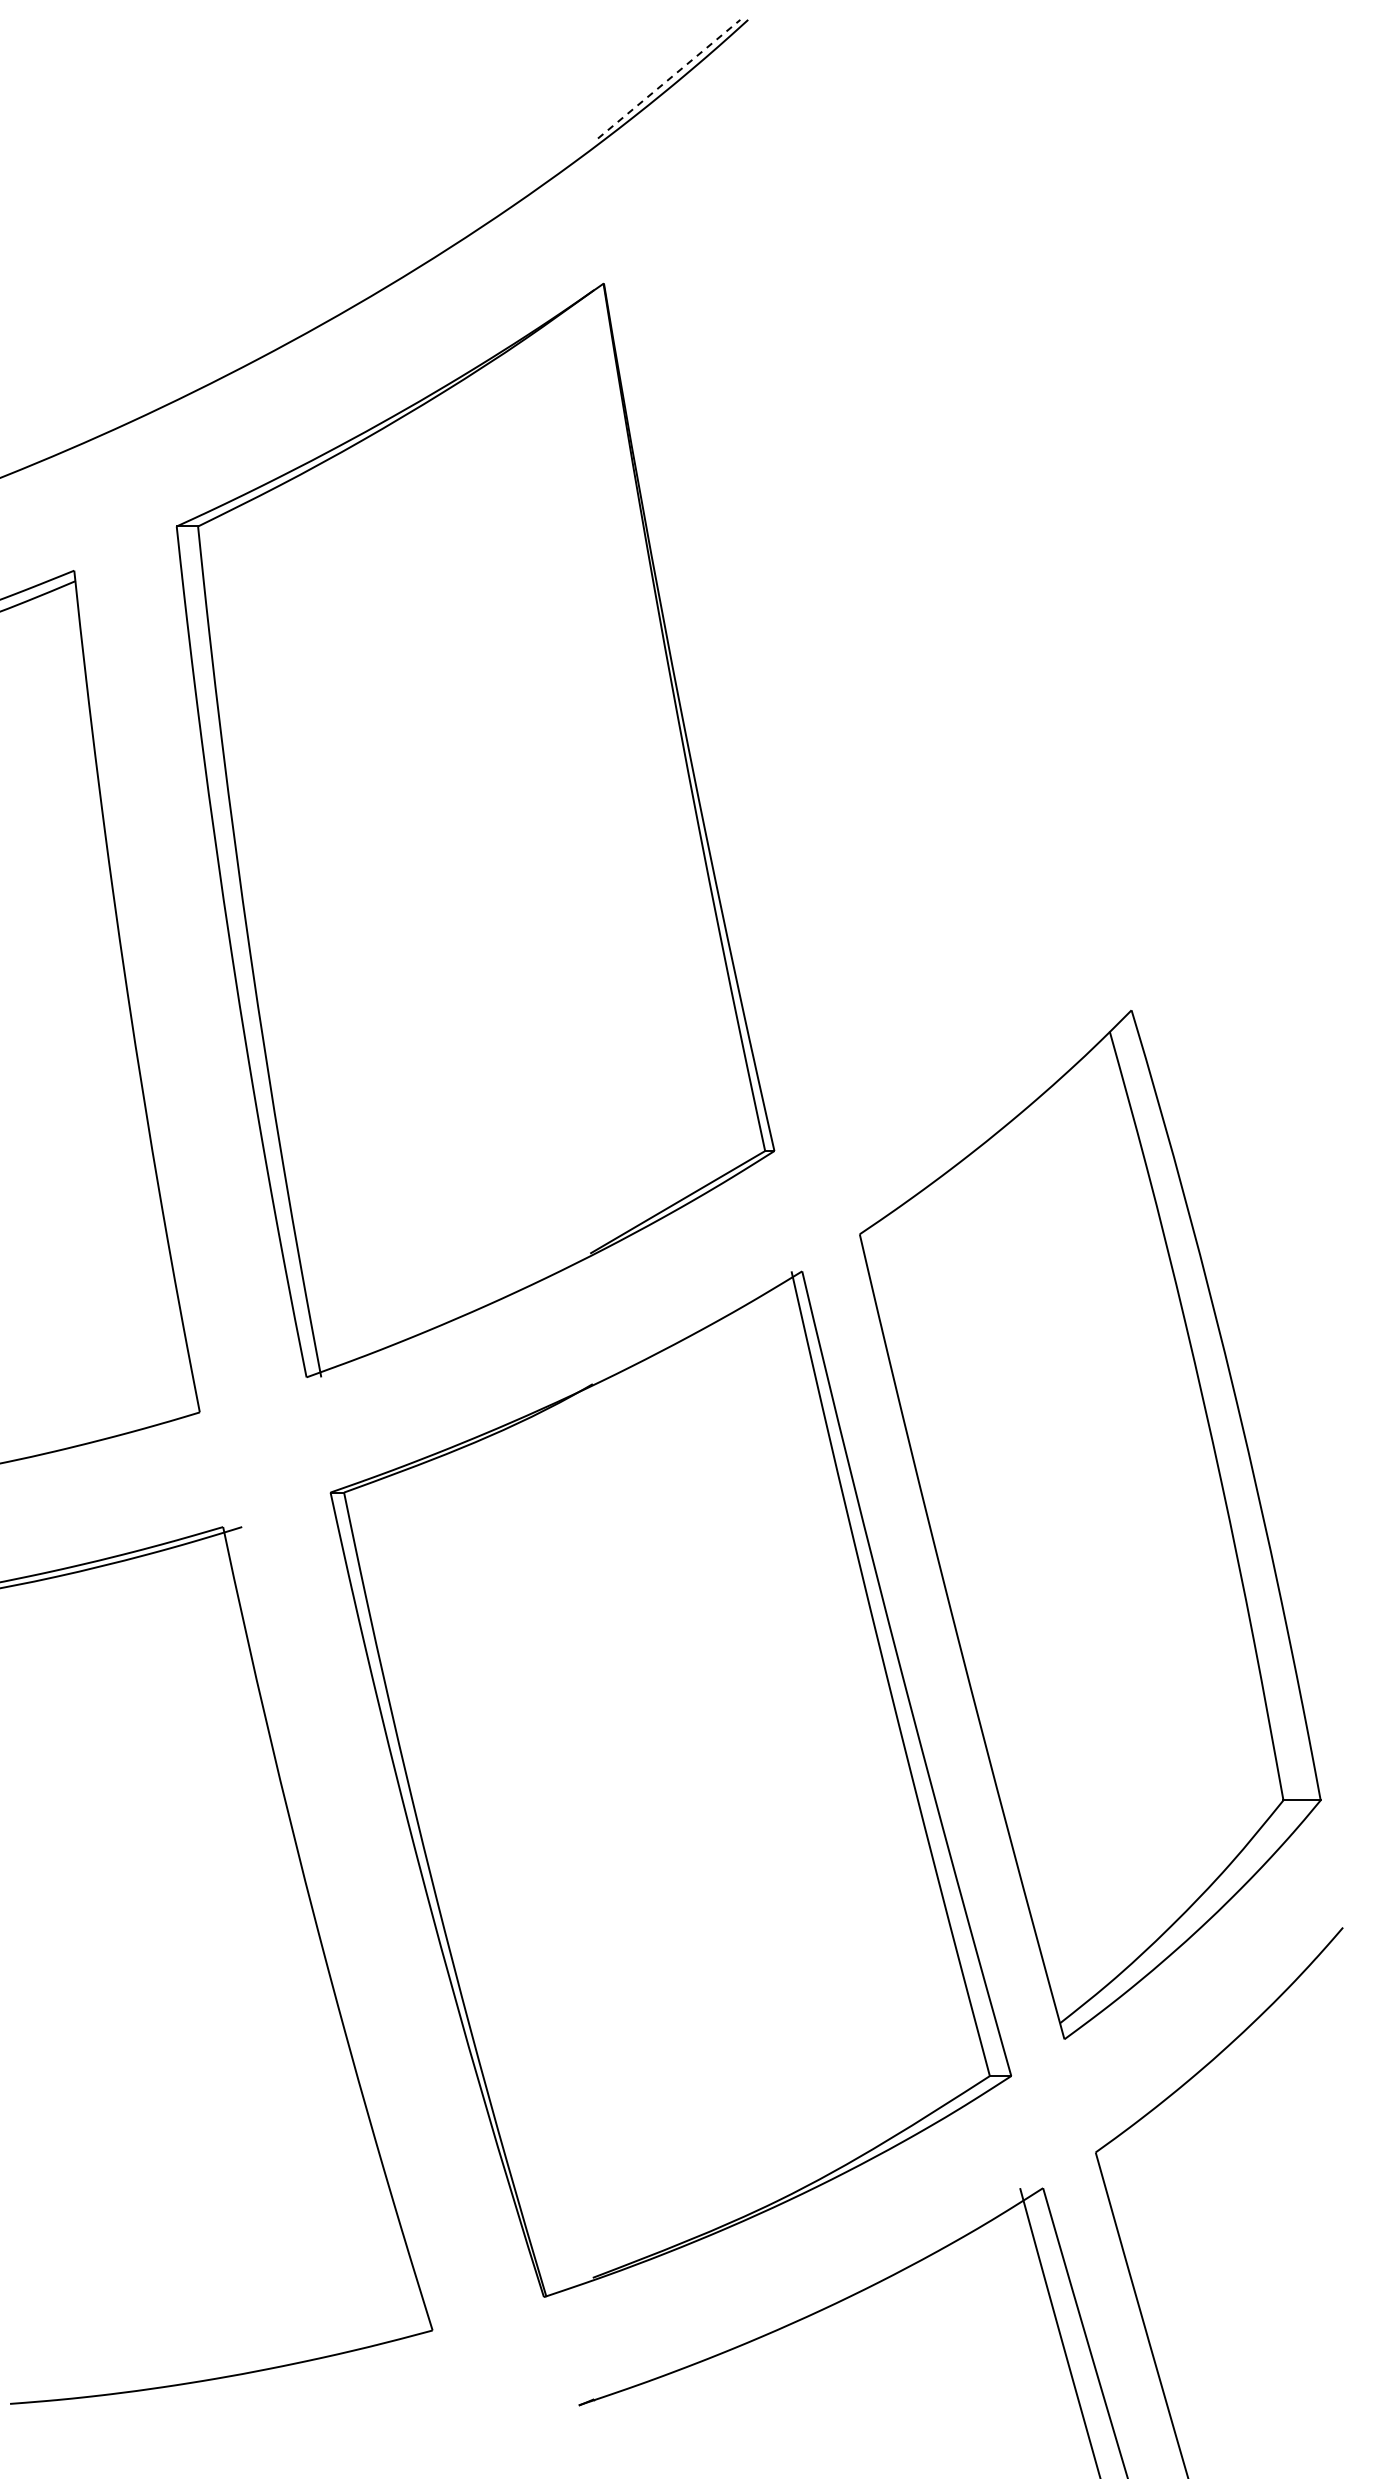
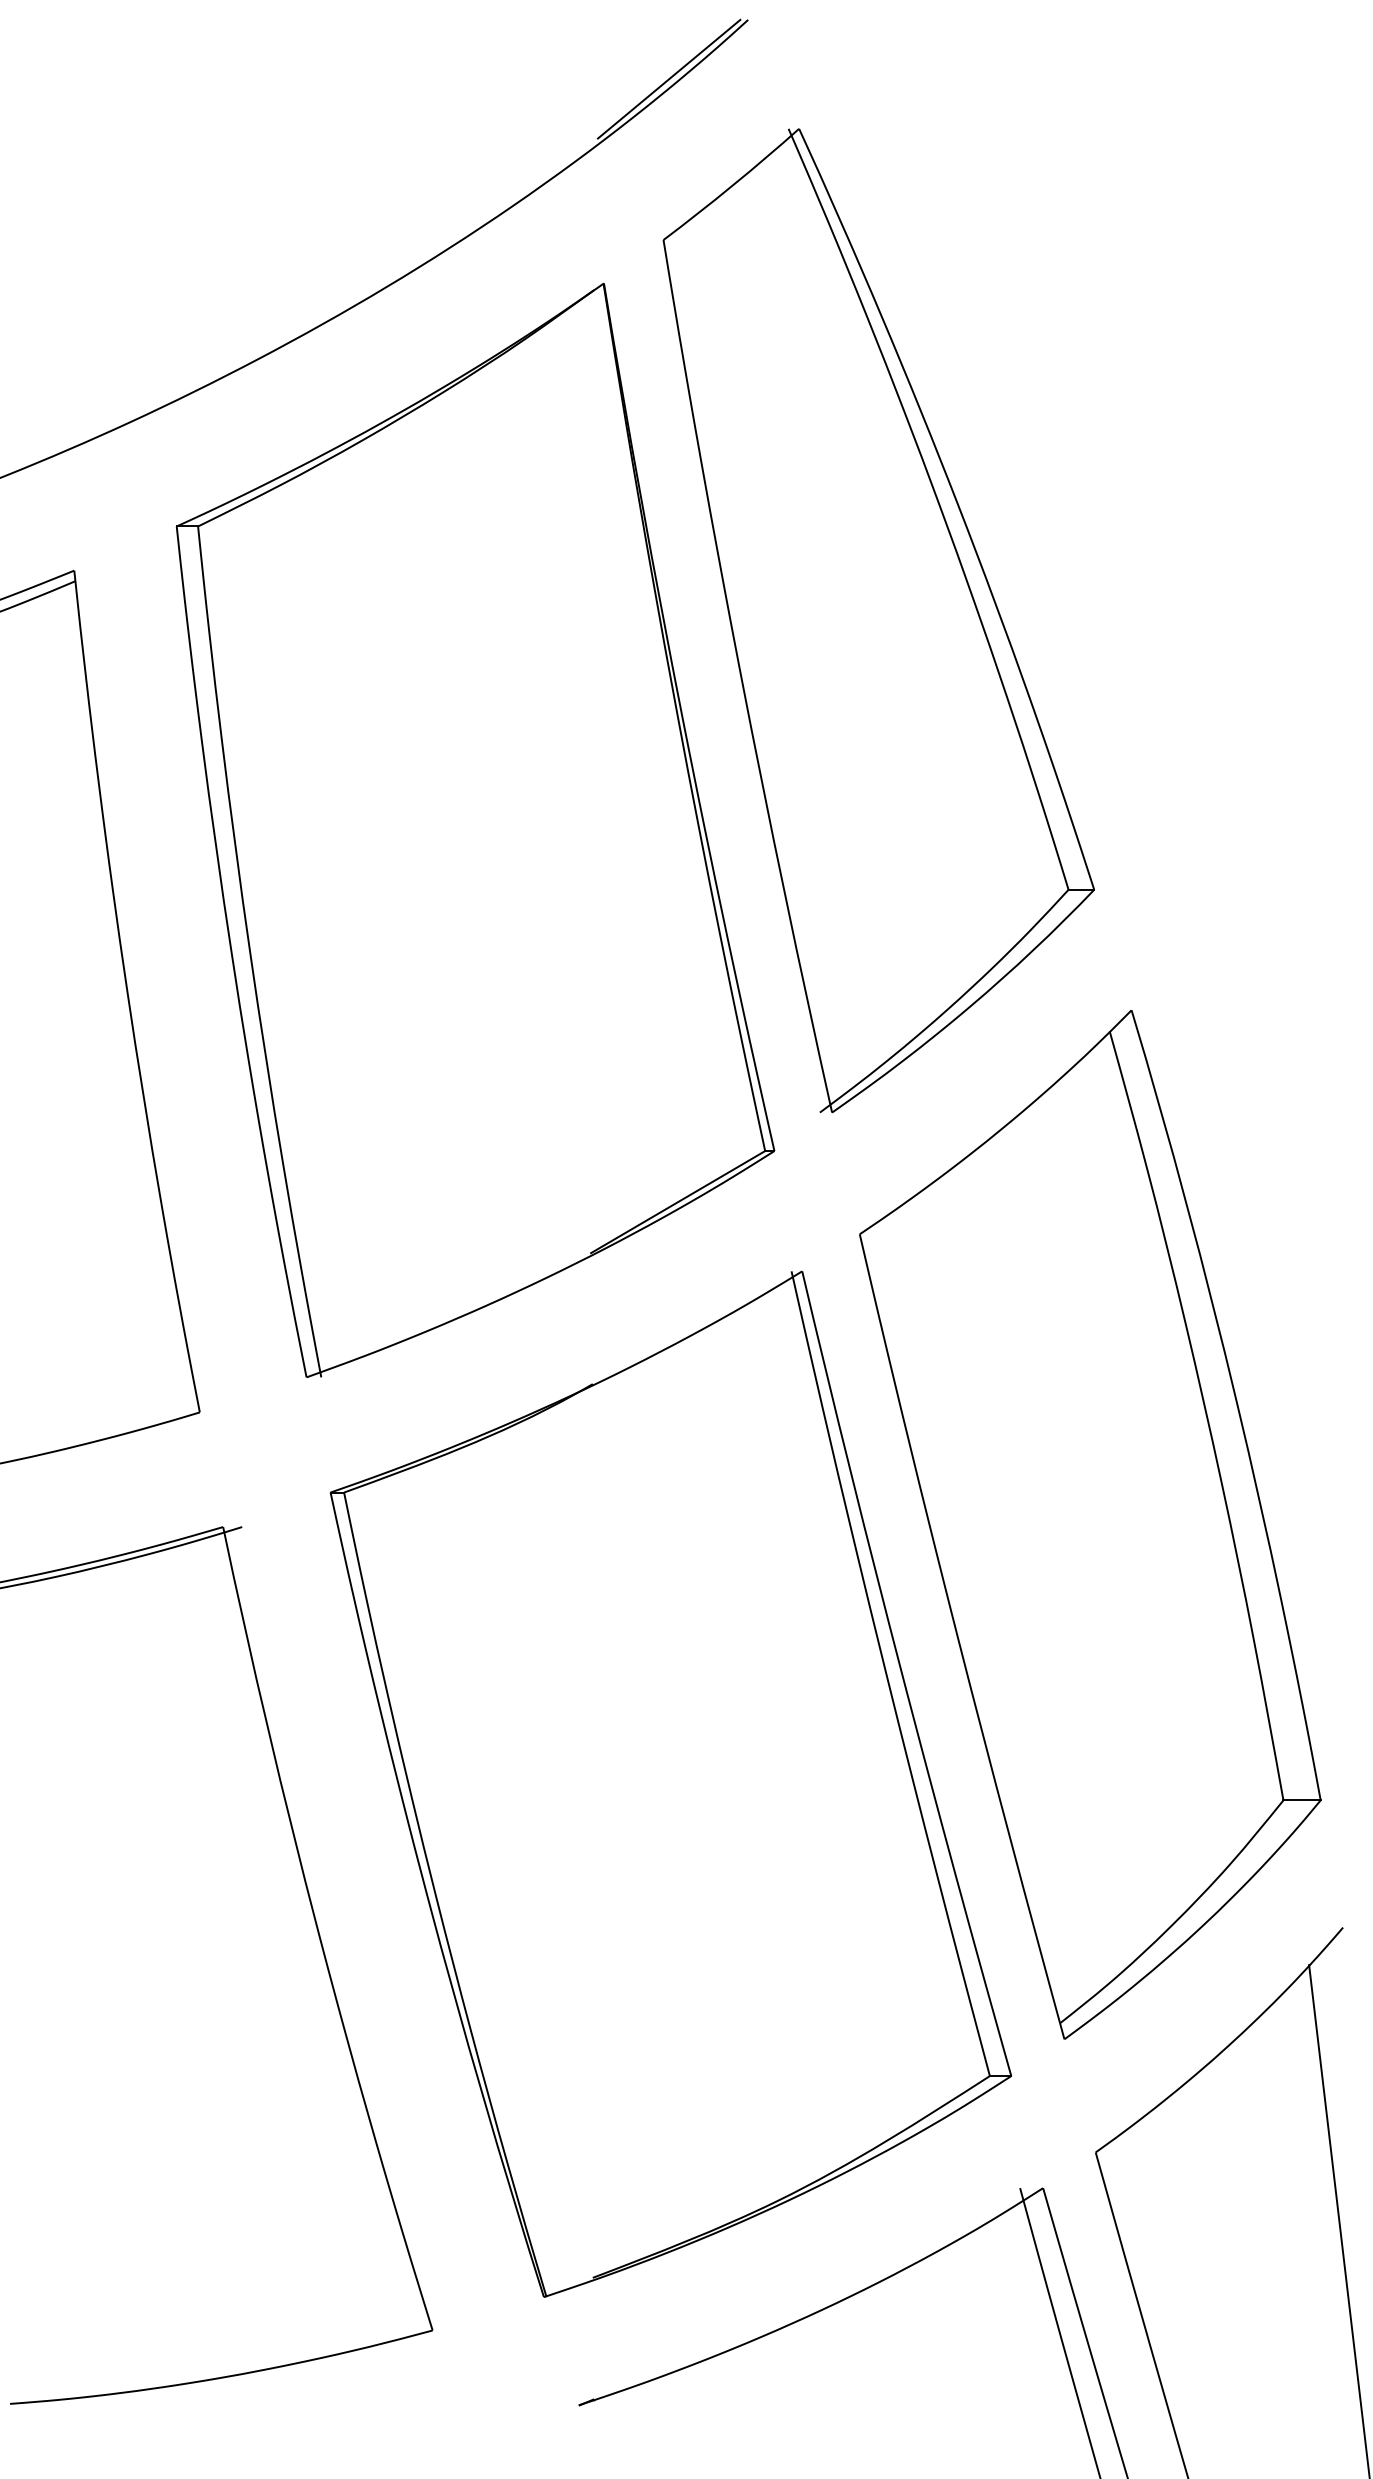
line at (669, 79): dashed -> solid
part at (878, 620): none -> present
line at (1339, 2220): none -> present
